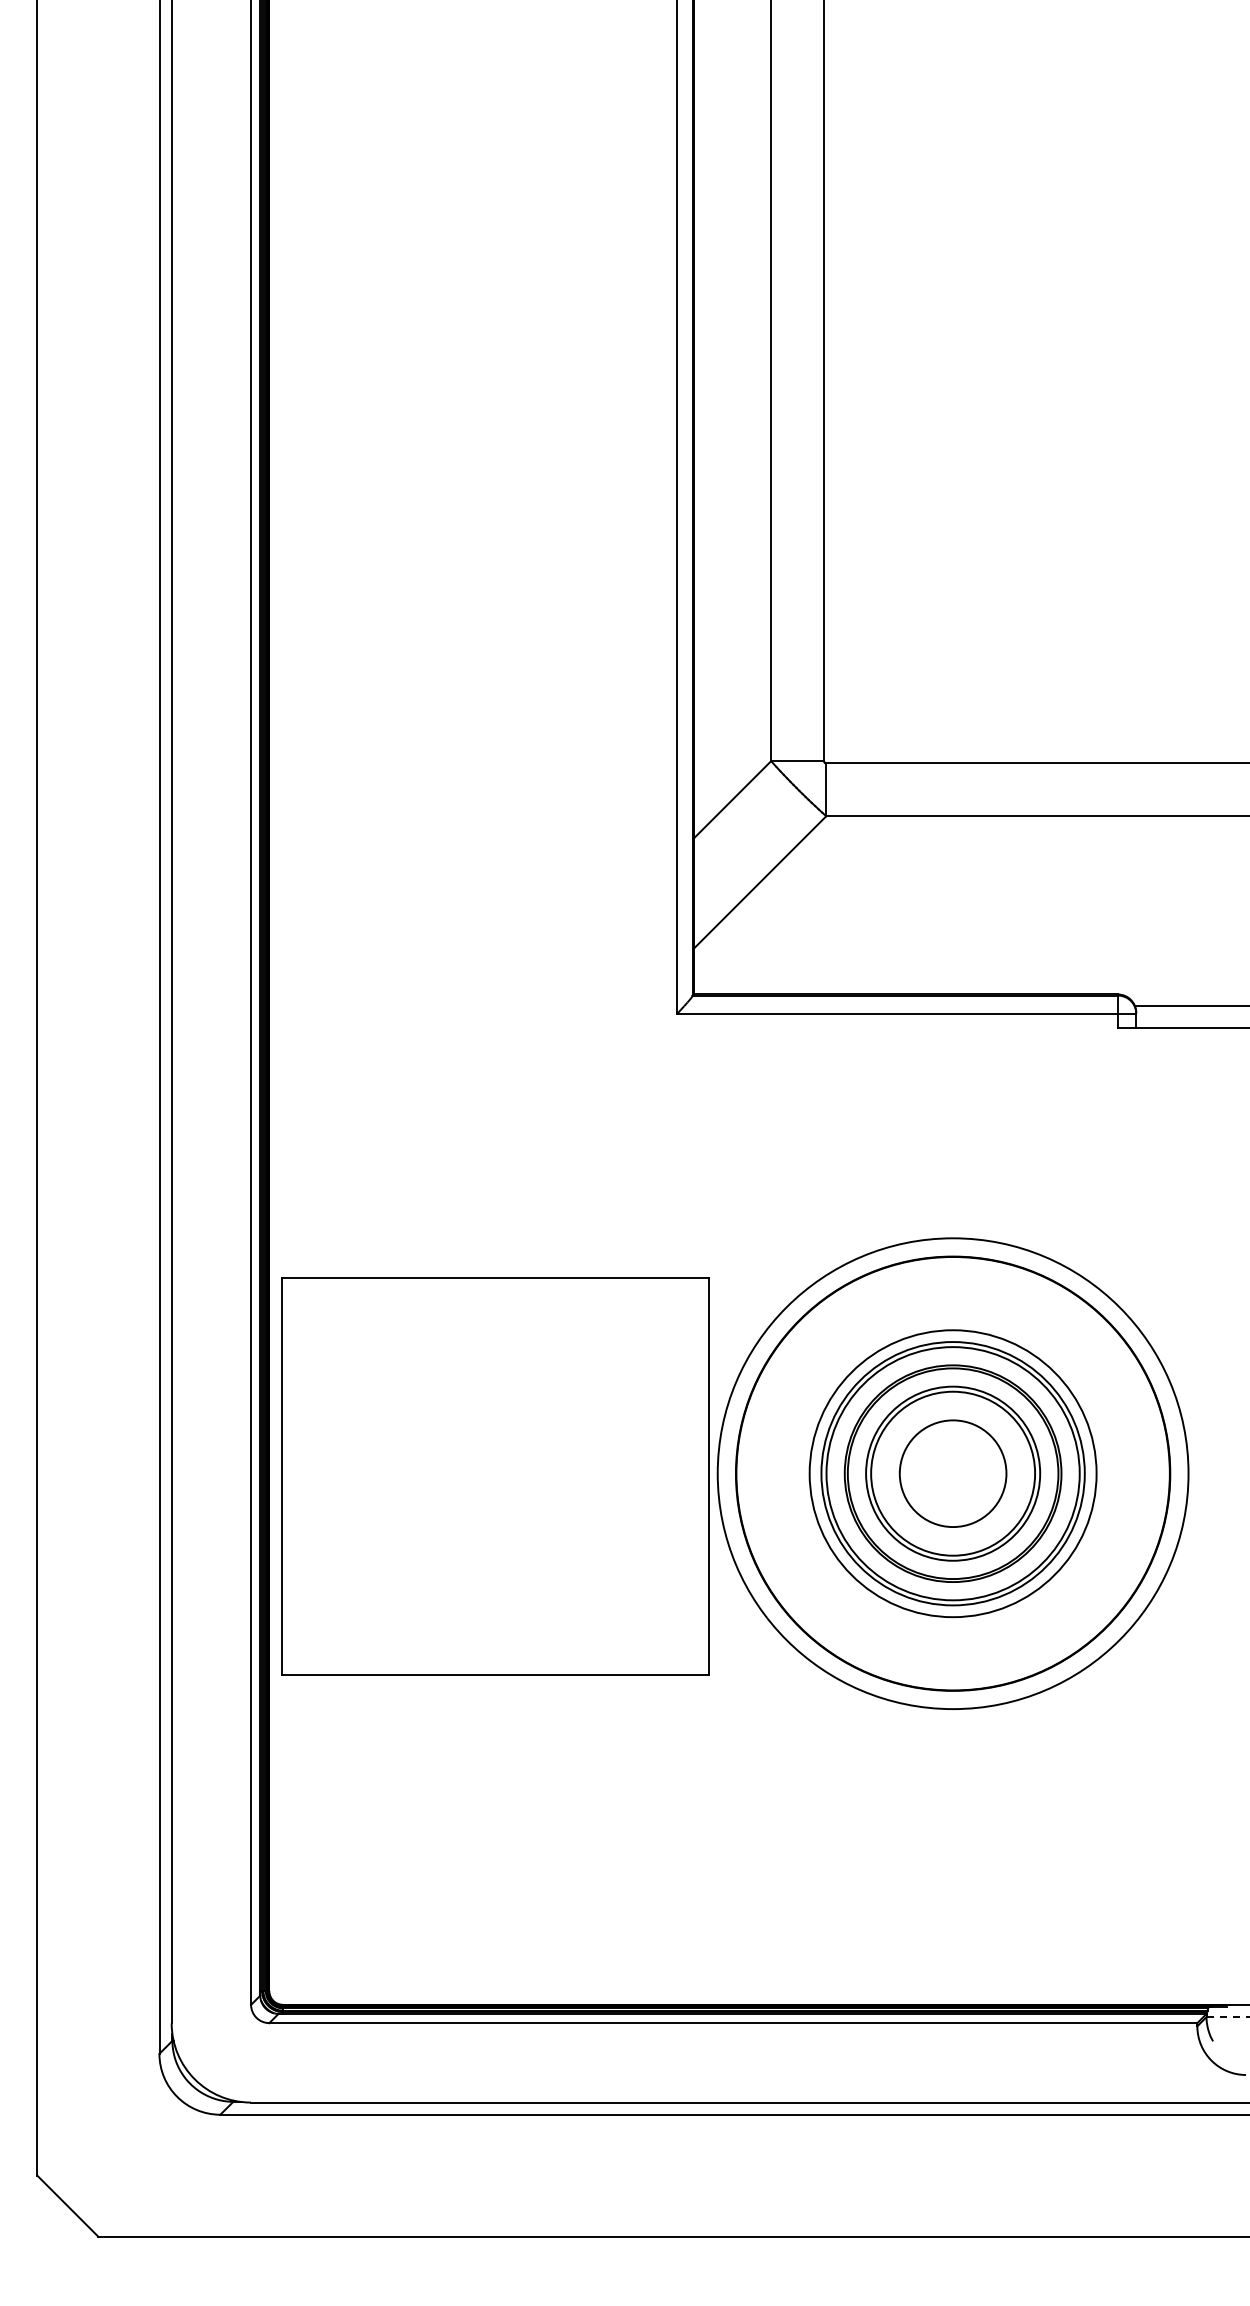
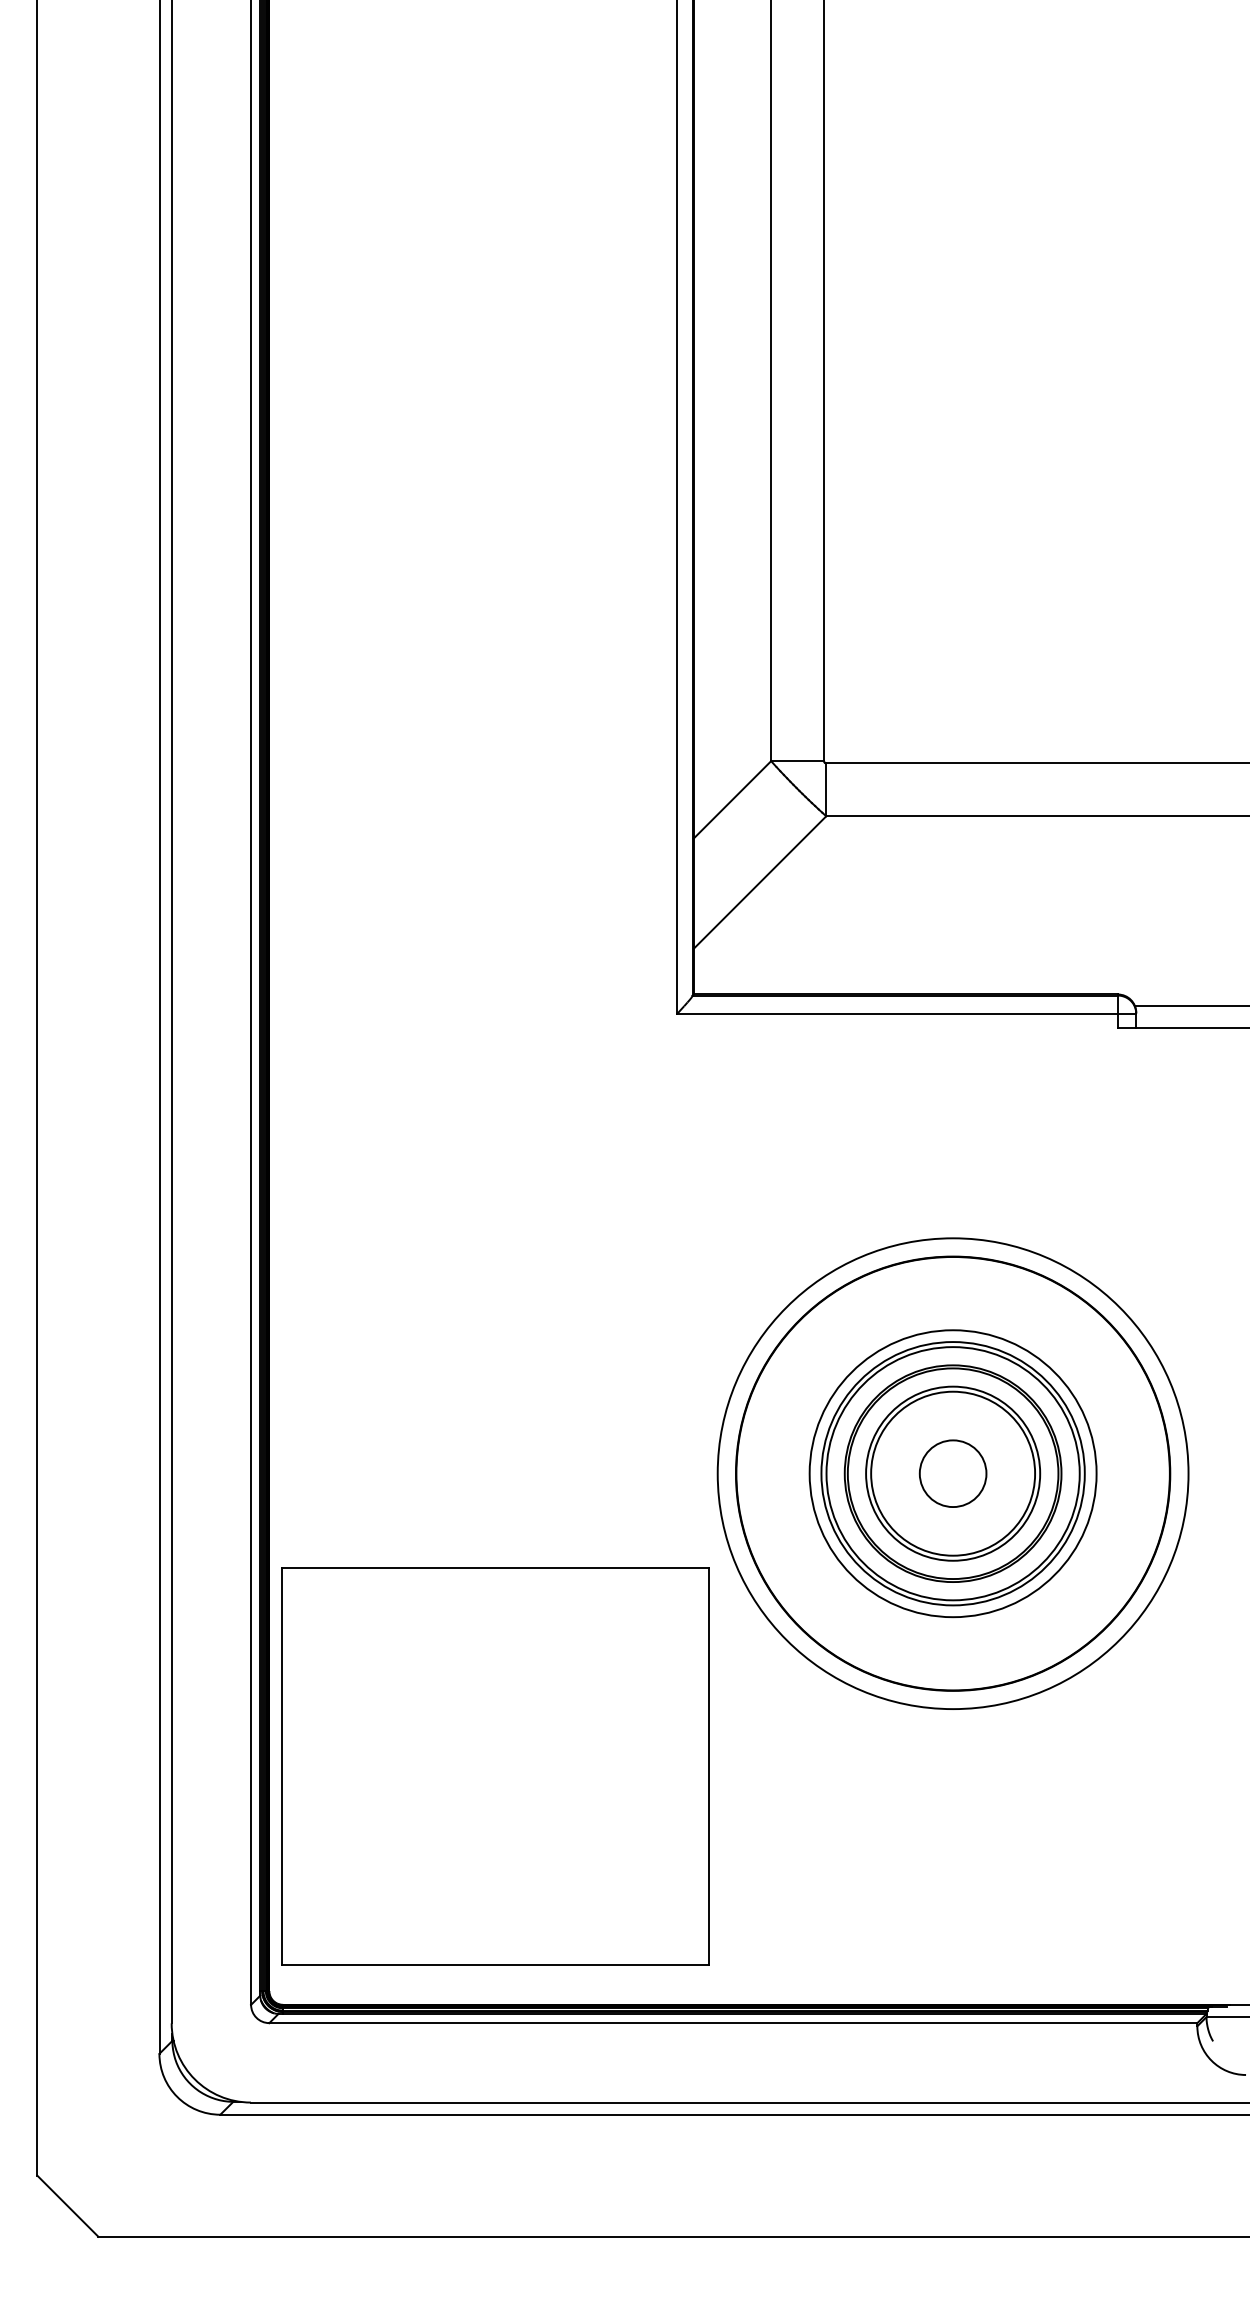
circle at (952, 1473) diameter: 107 px -> 67 px
part at (495, 1476) position: (495, 1476) -> (495, 1766)
line at (1228, 2017): dashed -> solid
